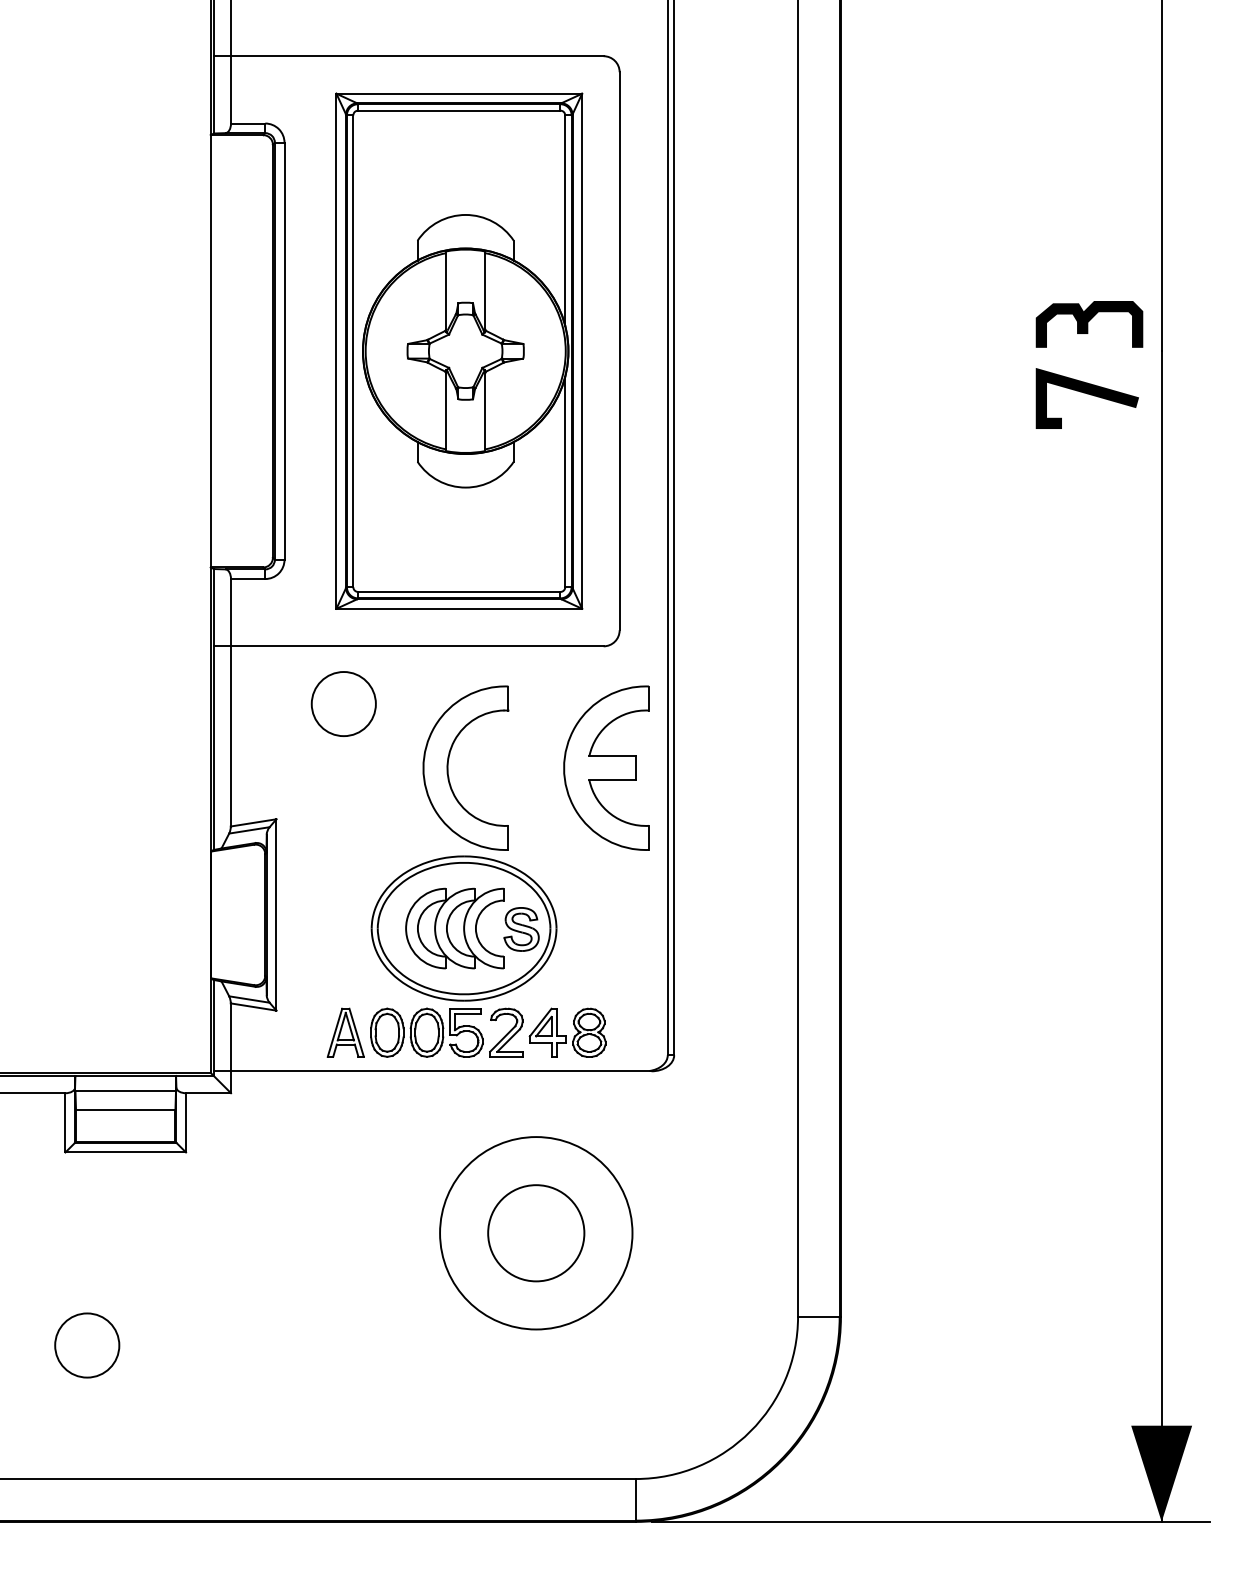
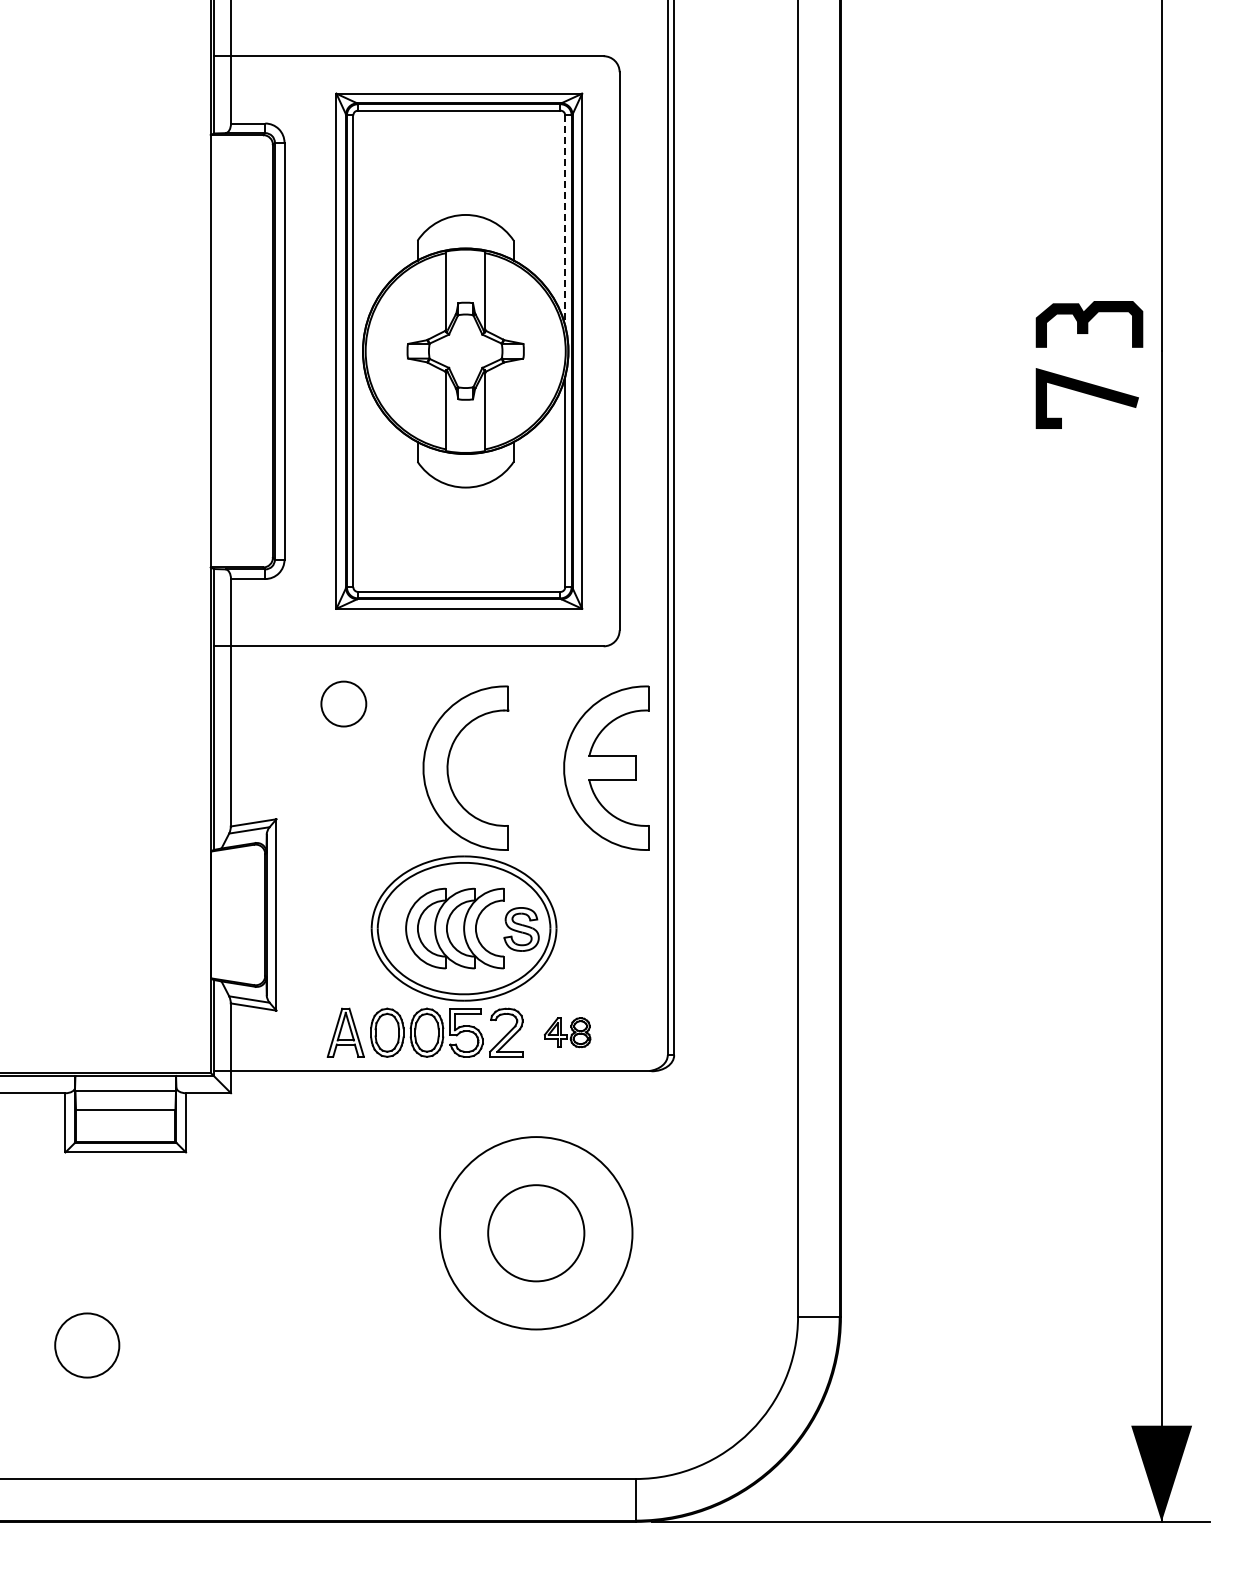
line at (565, 221): solid -> dashed
circle at (343, 704) diameter: 64 px -> 45 px
part at (567, 1032) size: 79x51 px -> 48x32 px
